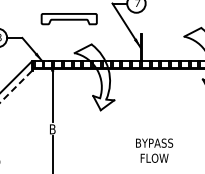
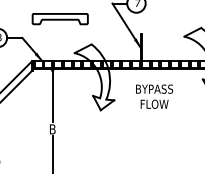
part at (68, 19) position: (68, 19) -> (59, 19)
line at (15, 87): dashed -> solid
text at (154, 150) position: (154, 150) -> (154, 96)
